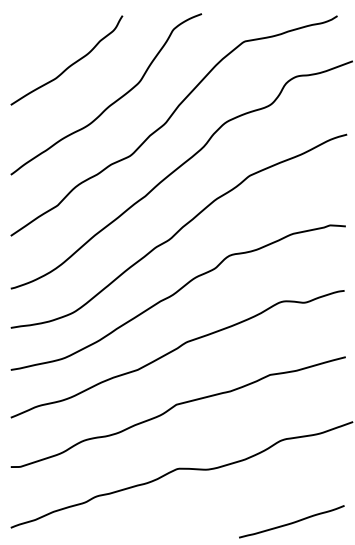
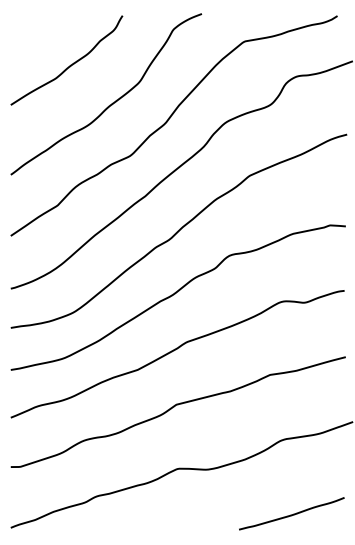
curve at (291, 522) position: (291, 522) -> (291, 514)
